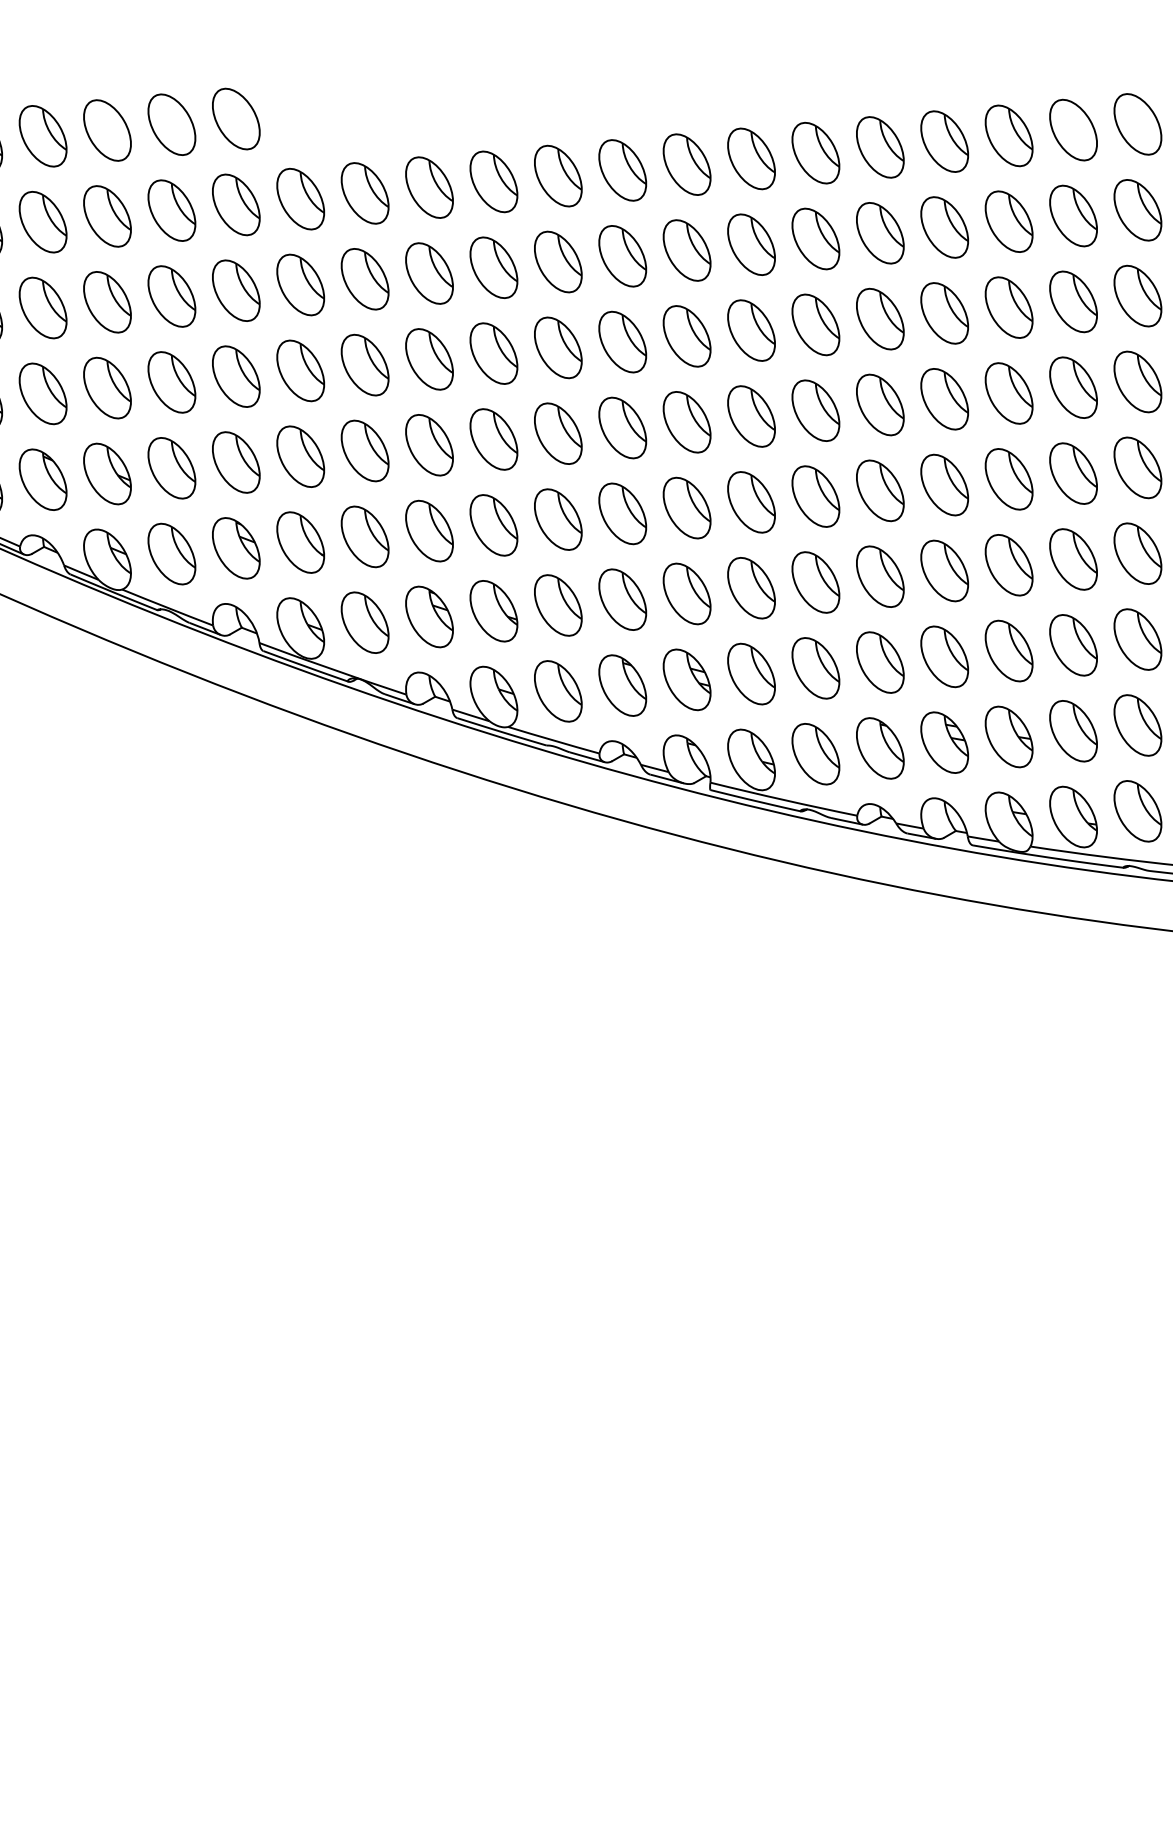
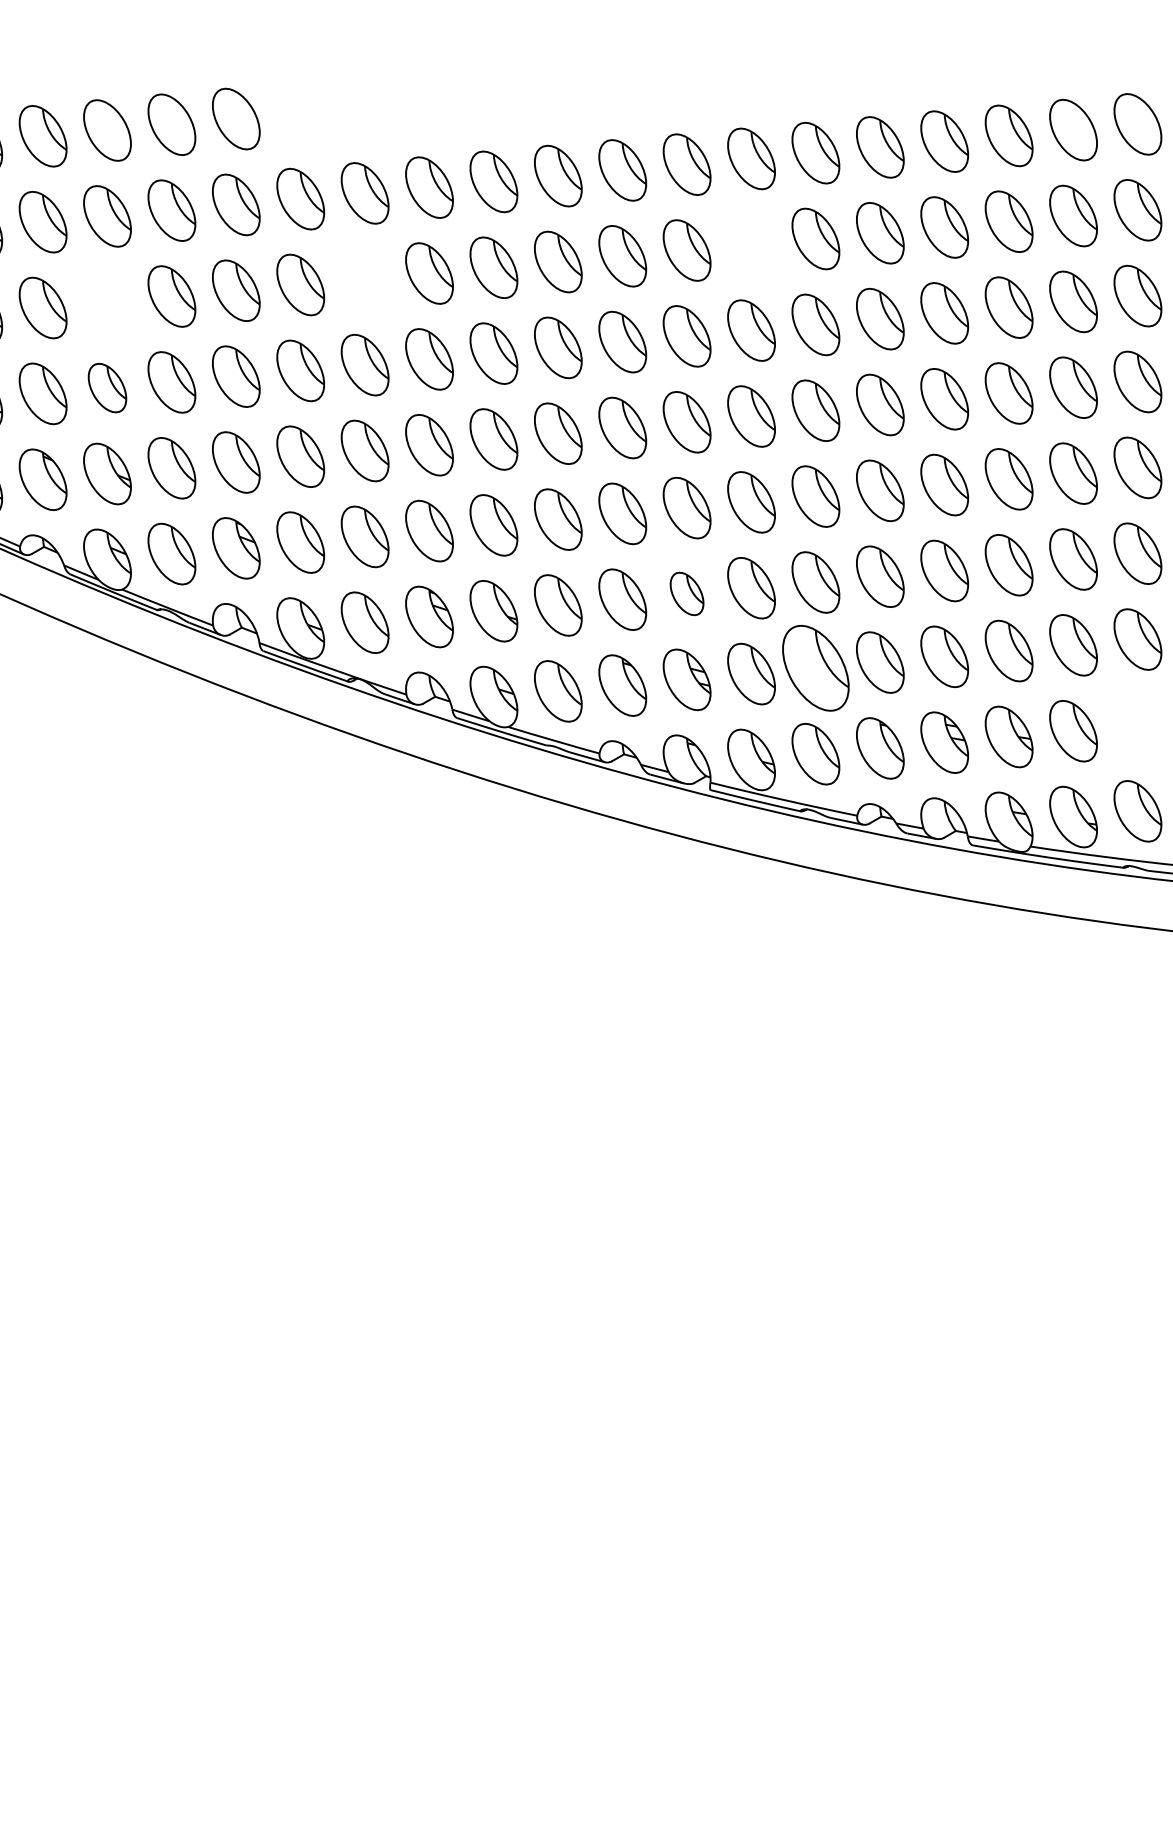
part at (751, 244): present -> none
part at (364, 279): present -> none
part at (107, 302): present -> none
part at (107, 387) size: 49x64 px -> 41x52 px
part at (686, 593) size: 50x64 px -> 36x46 px
part at (815, 668) size: 50x63 px -> 68x87 px
part at (1137, 725): present -> none
